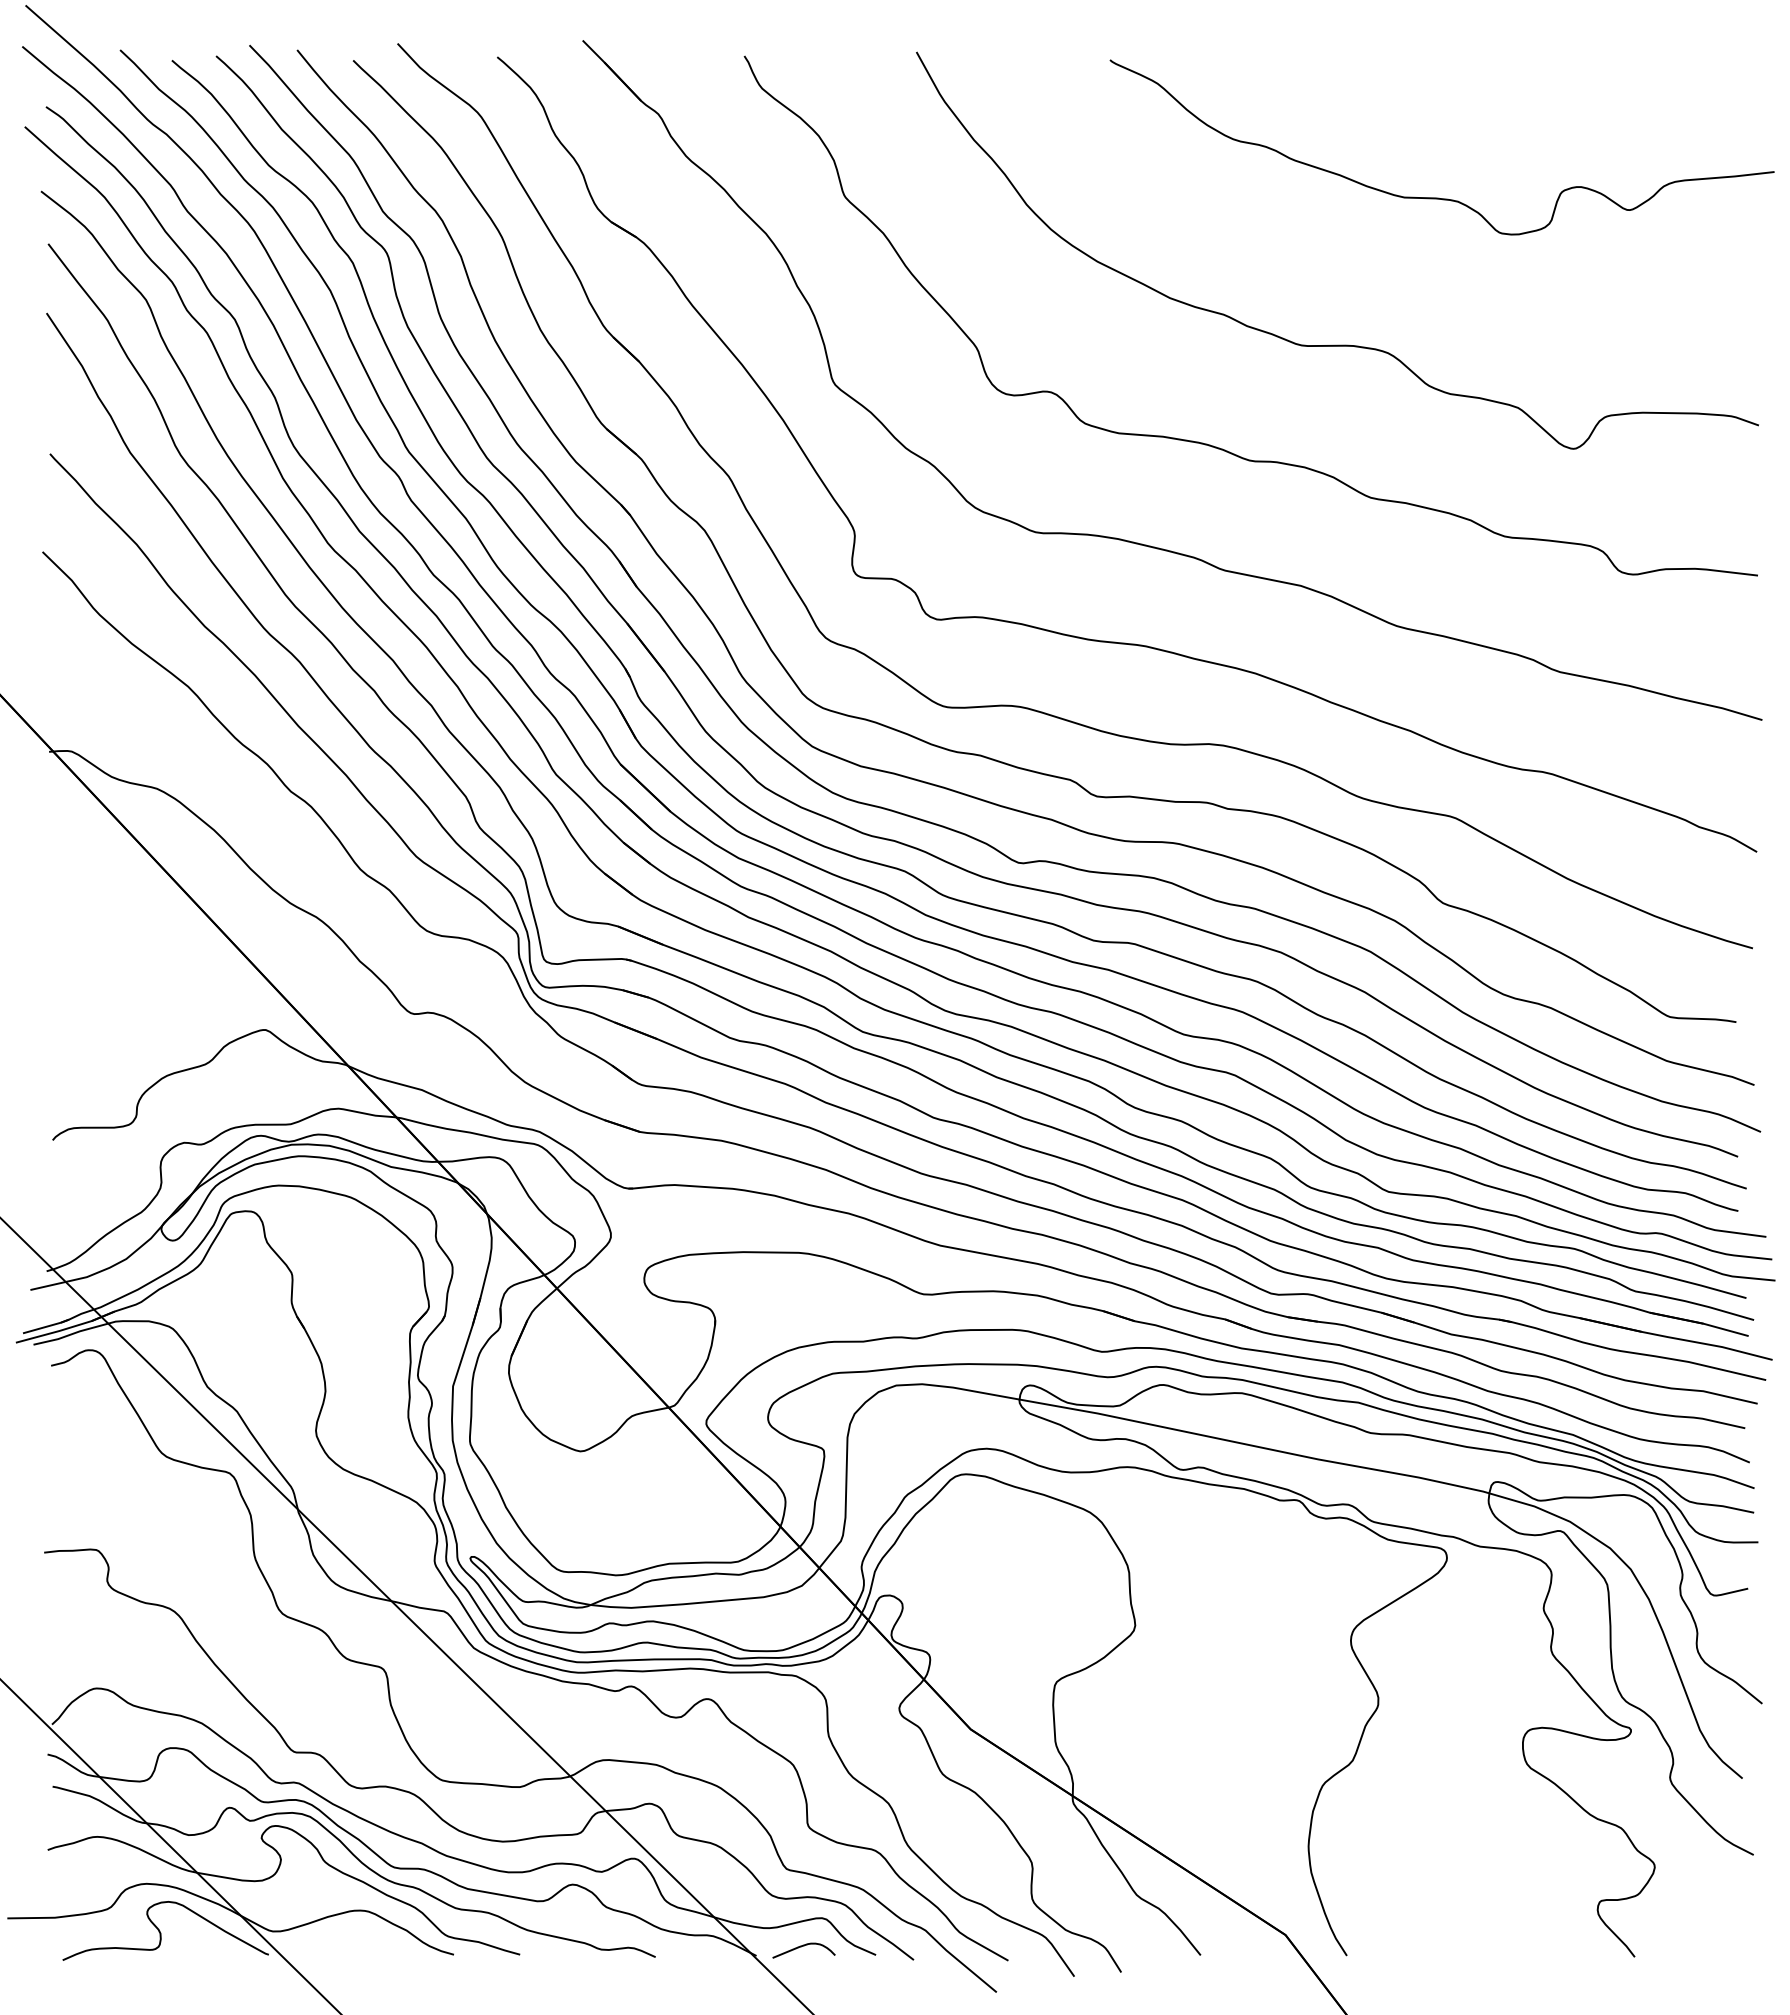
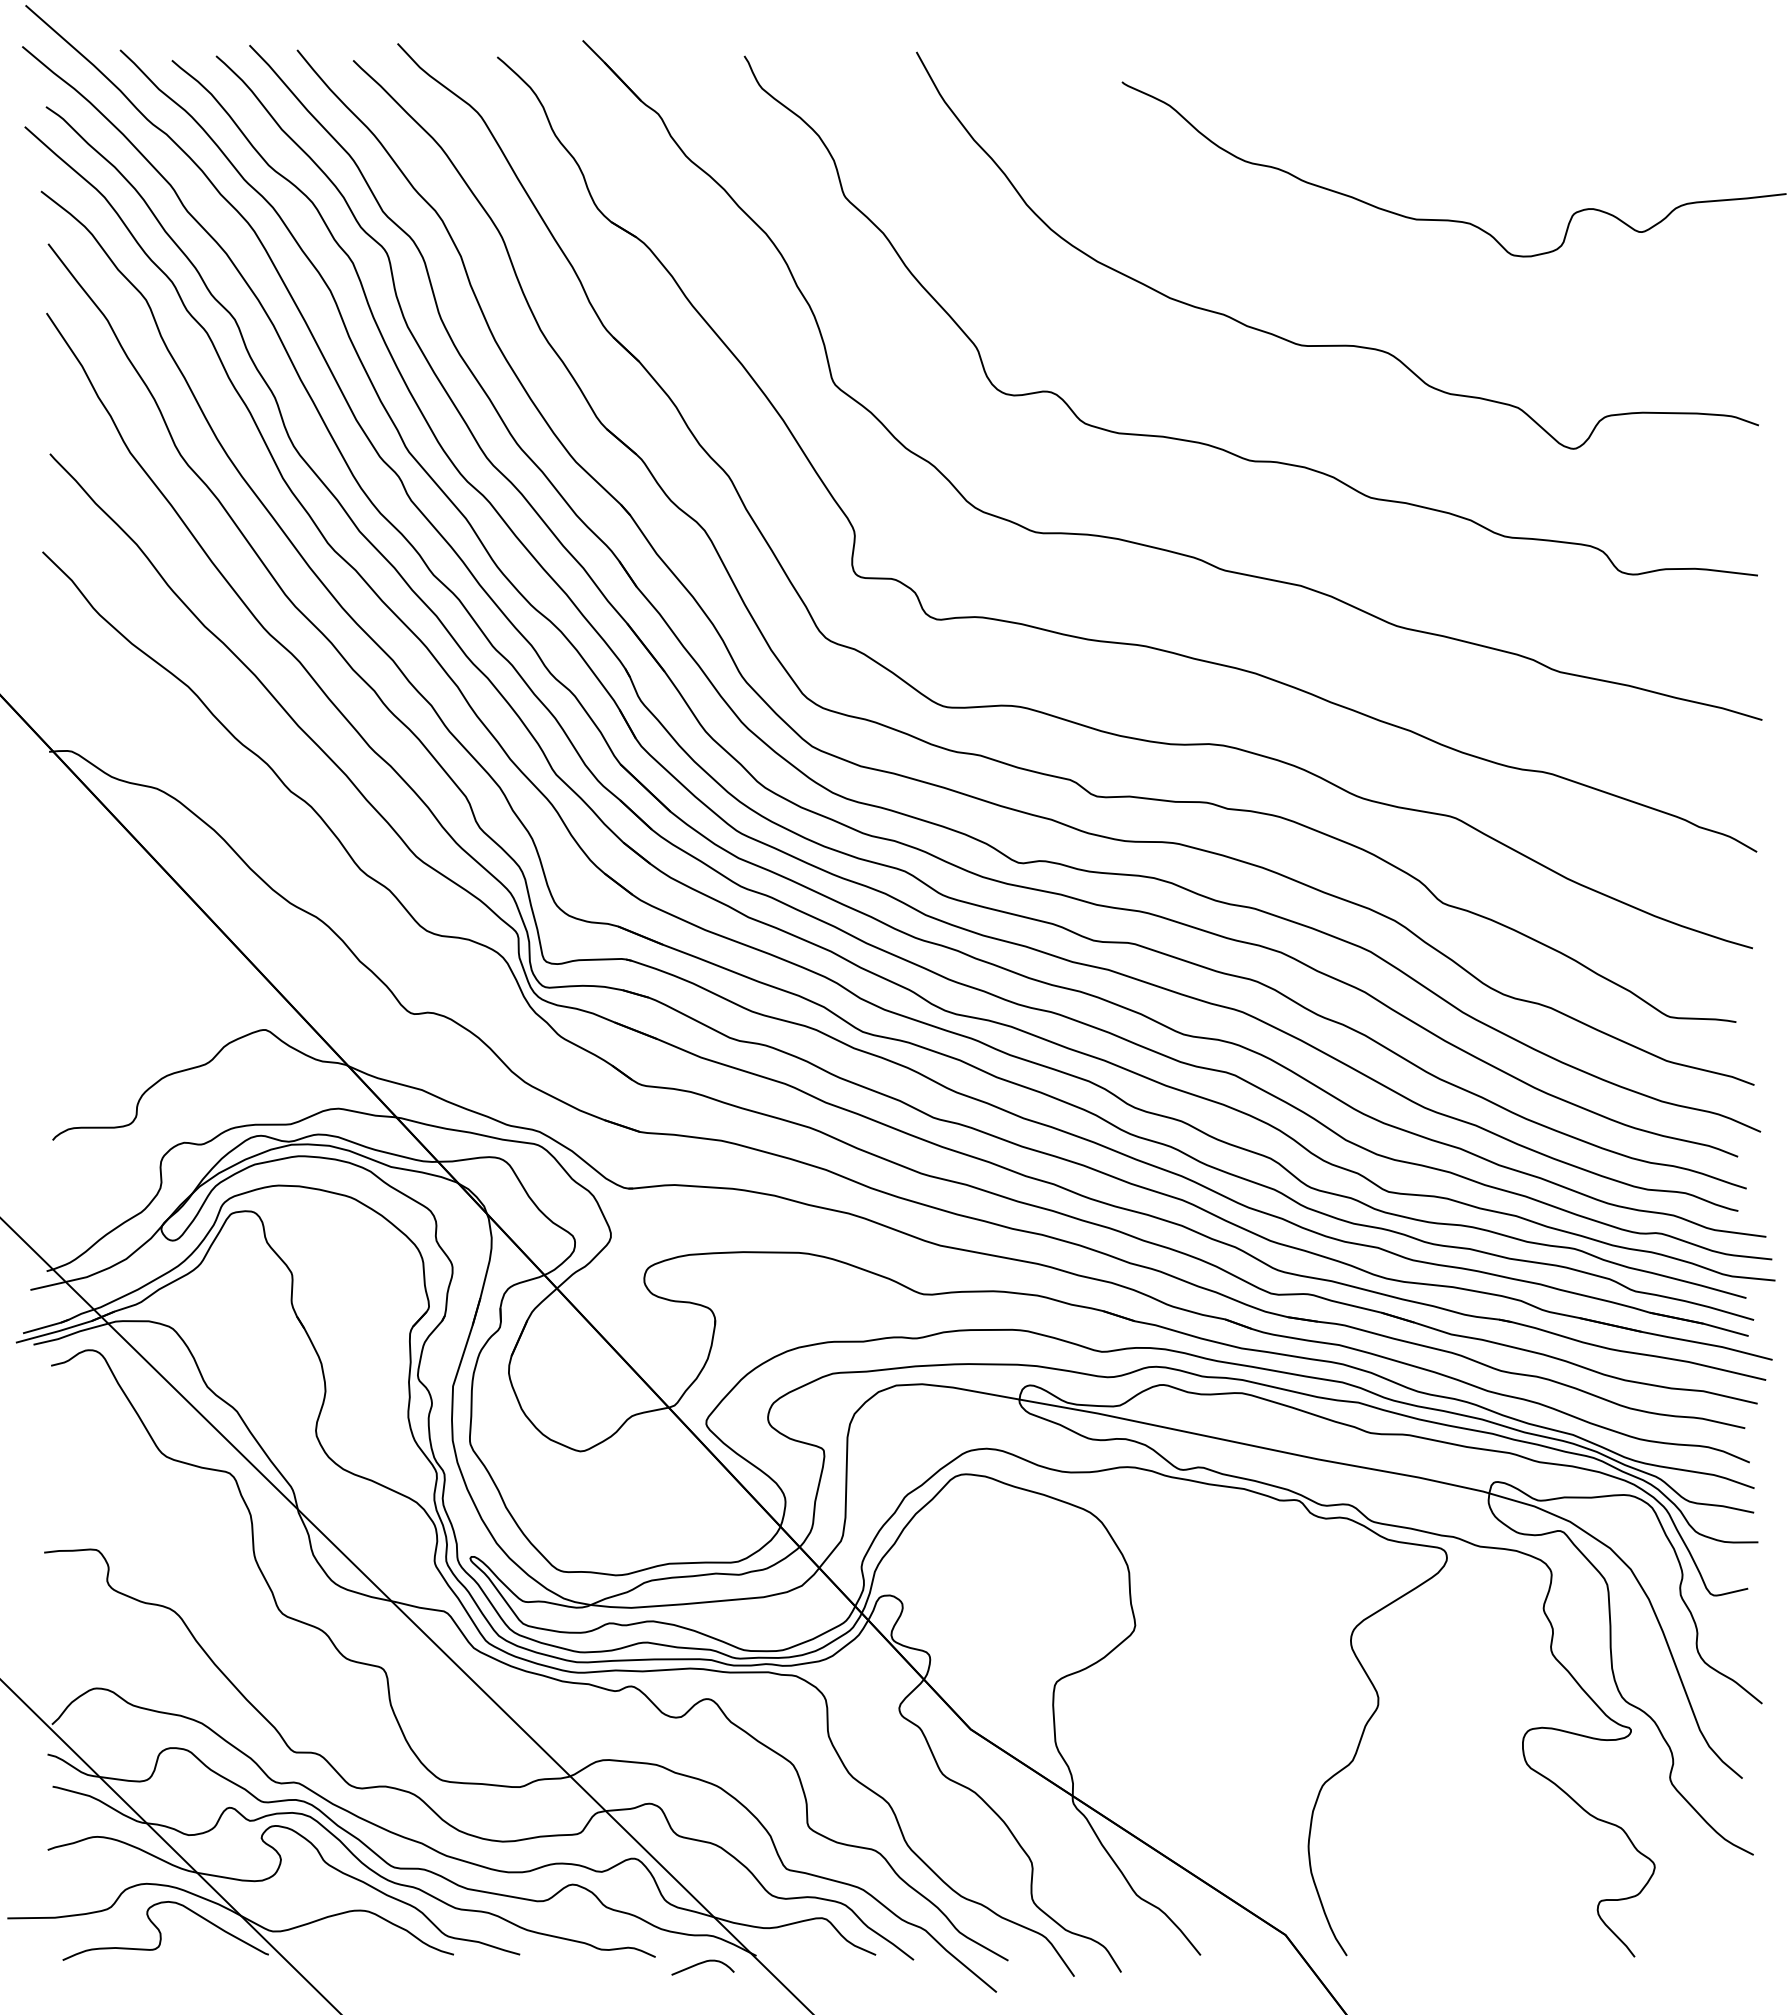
curve at (1439, 197) position: (1439, 197) -> (1451, 219)
curve at (801, 1947) position: (801, 1947) -> (700, 1964)
